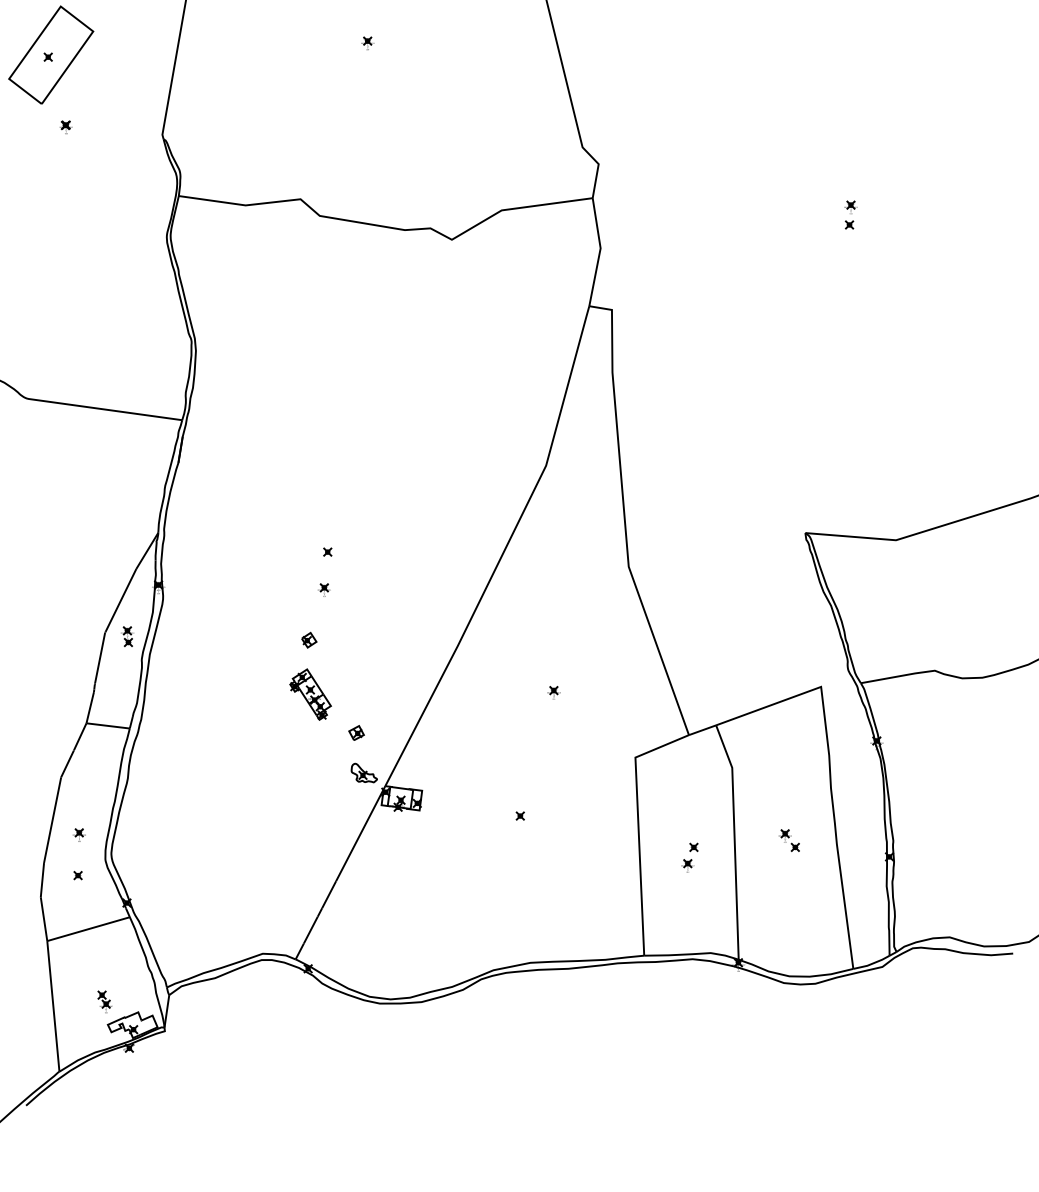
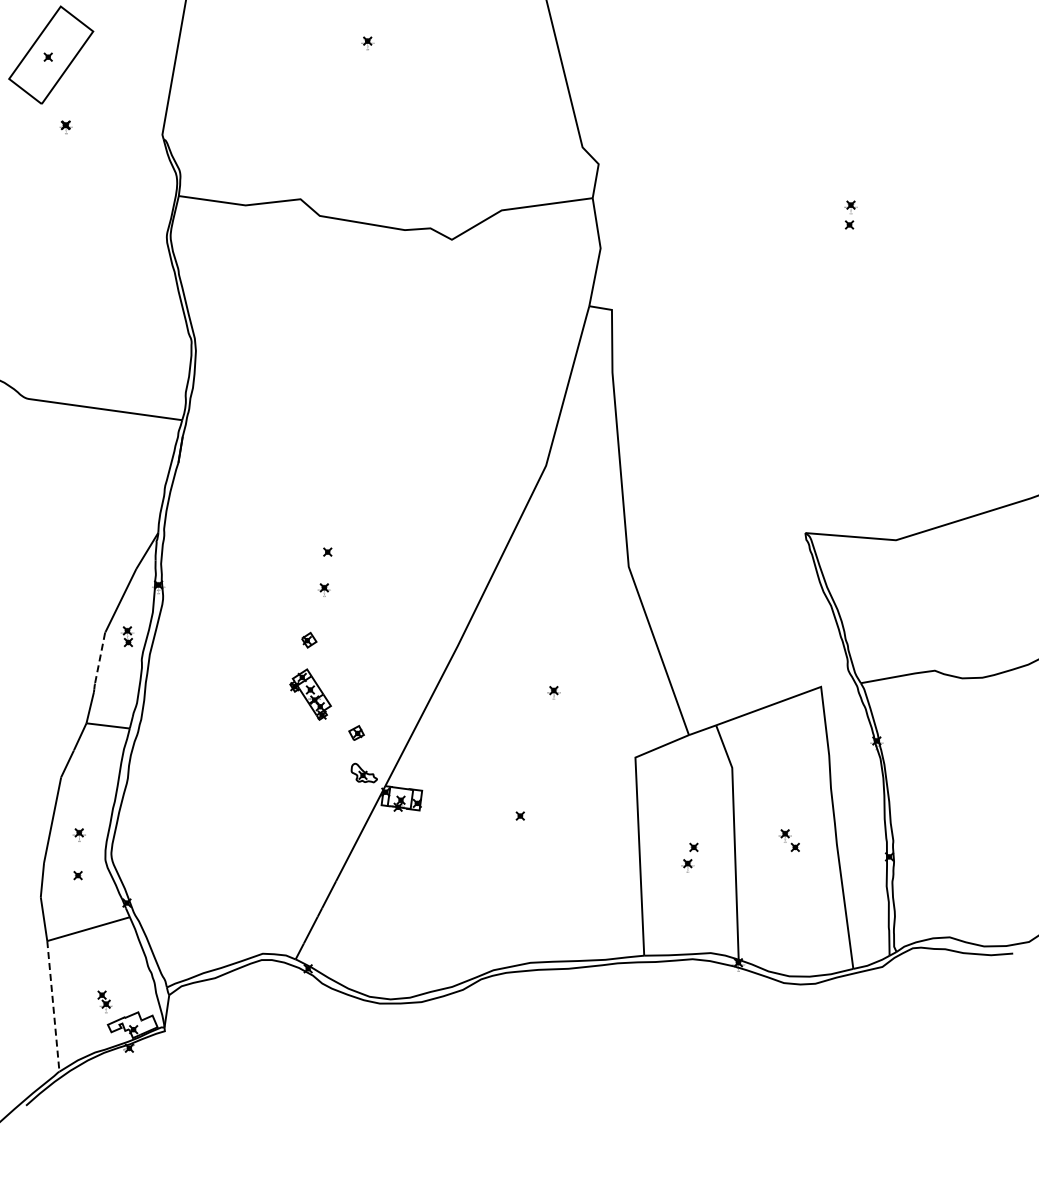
line at (100, 658): solid -> dashed
line at (53, 1006): solid -> dashed
